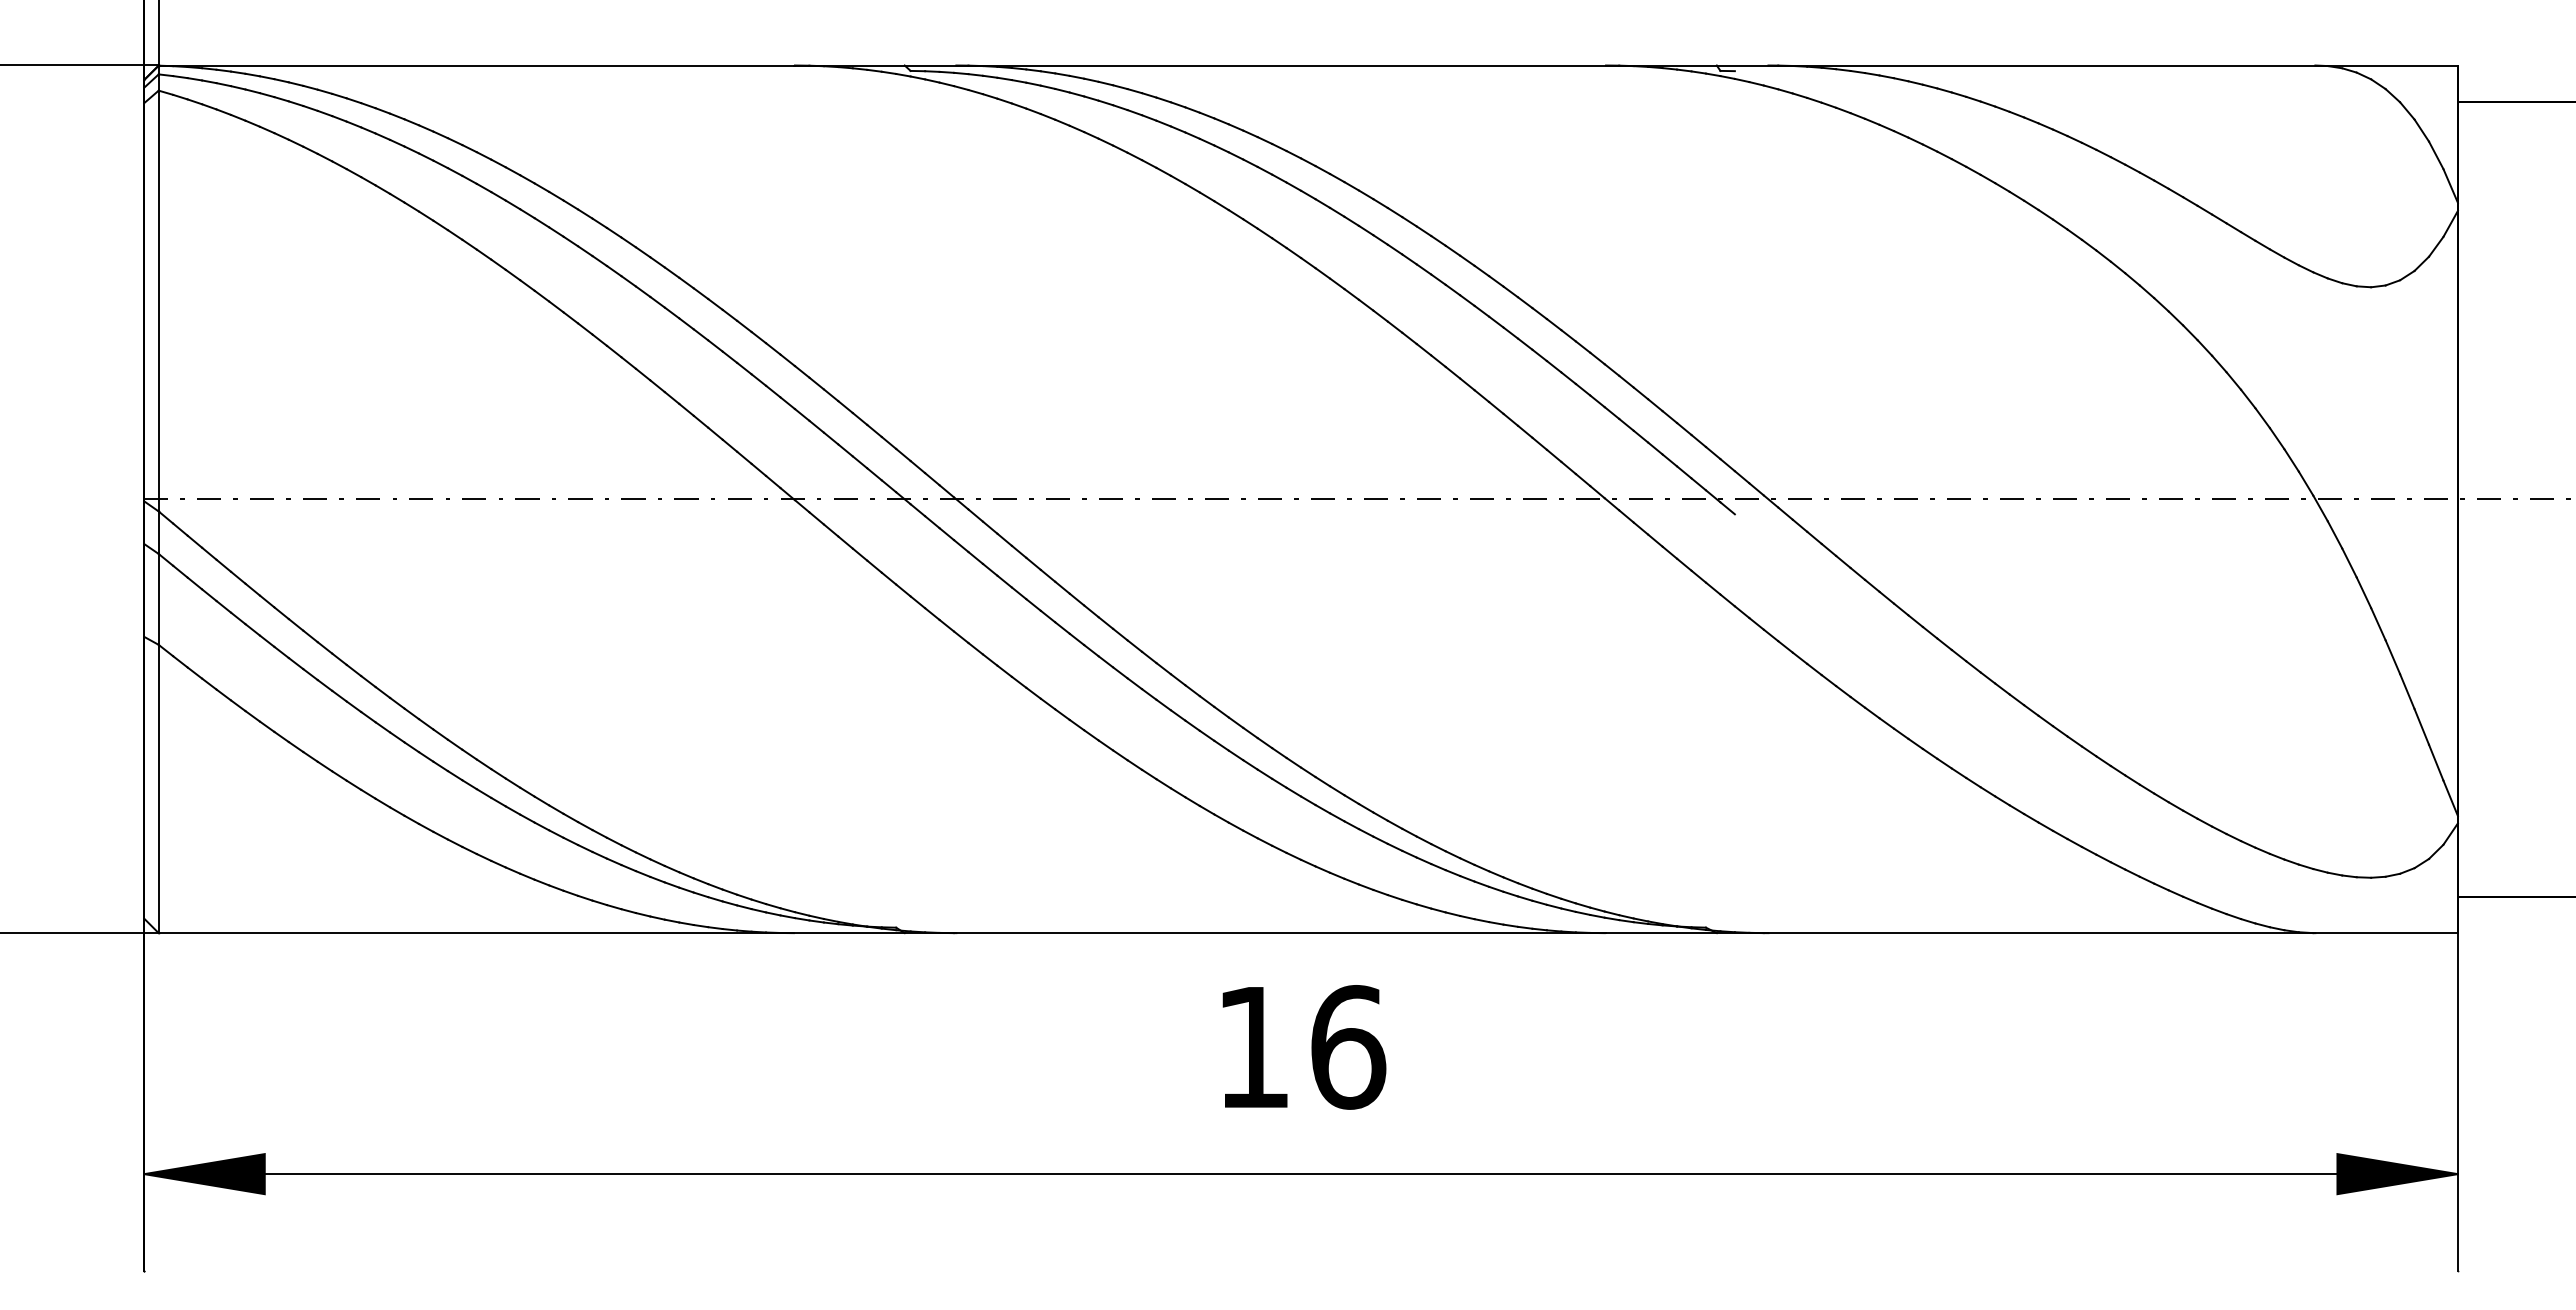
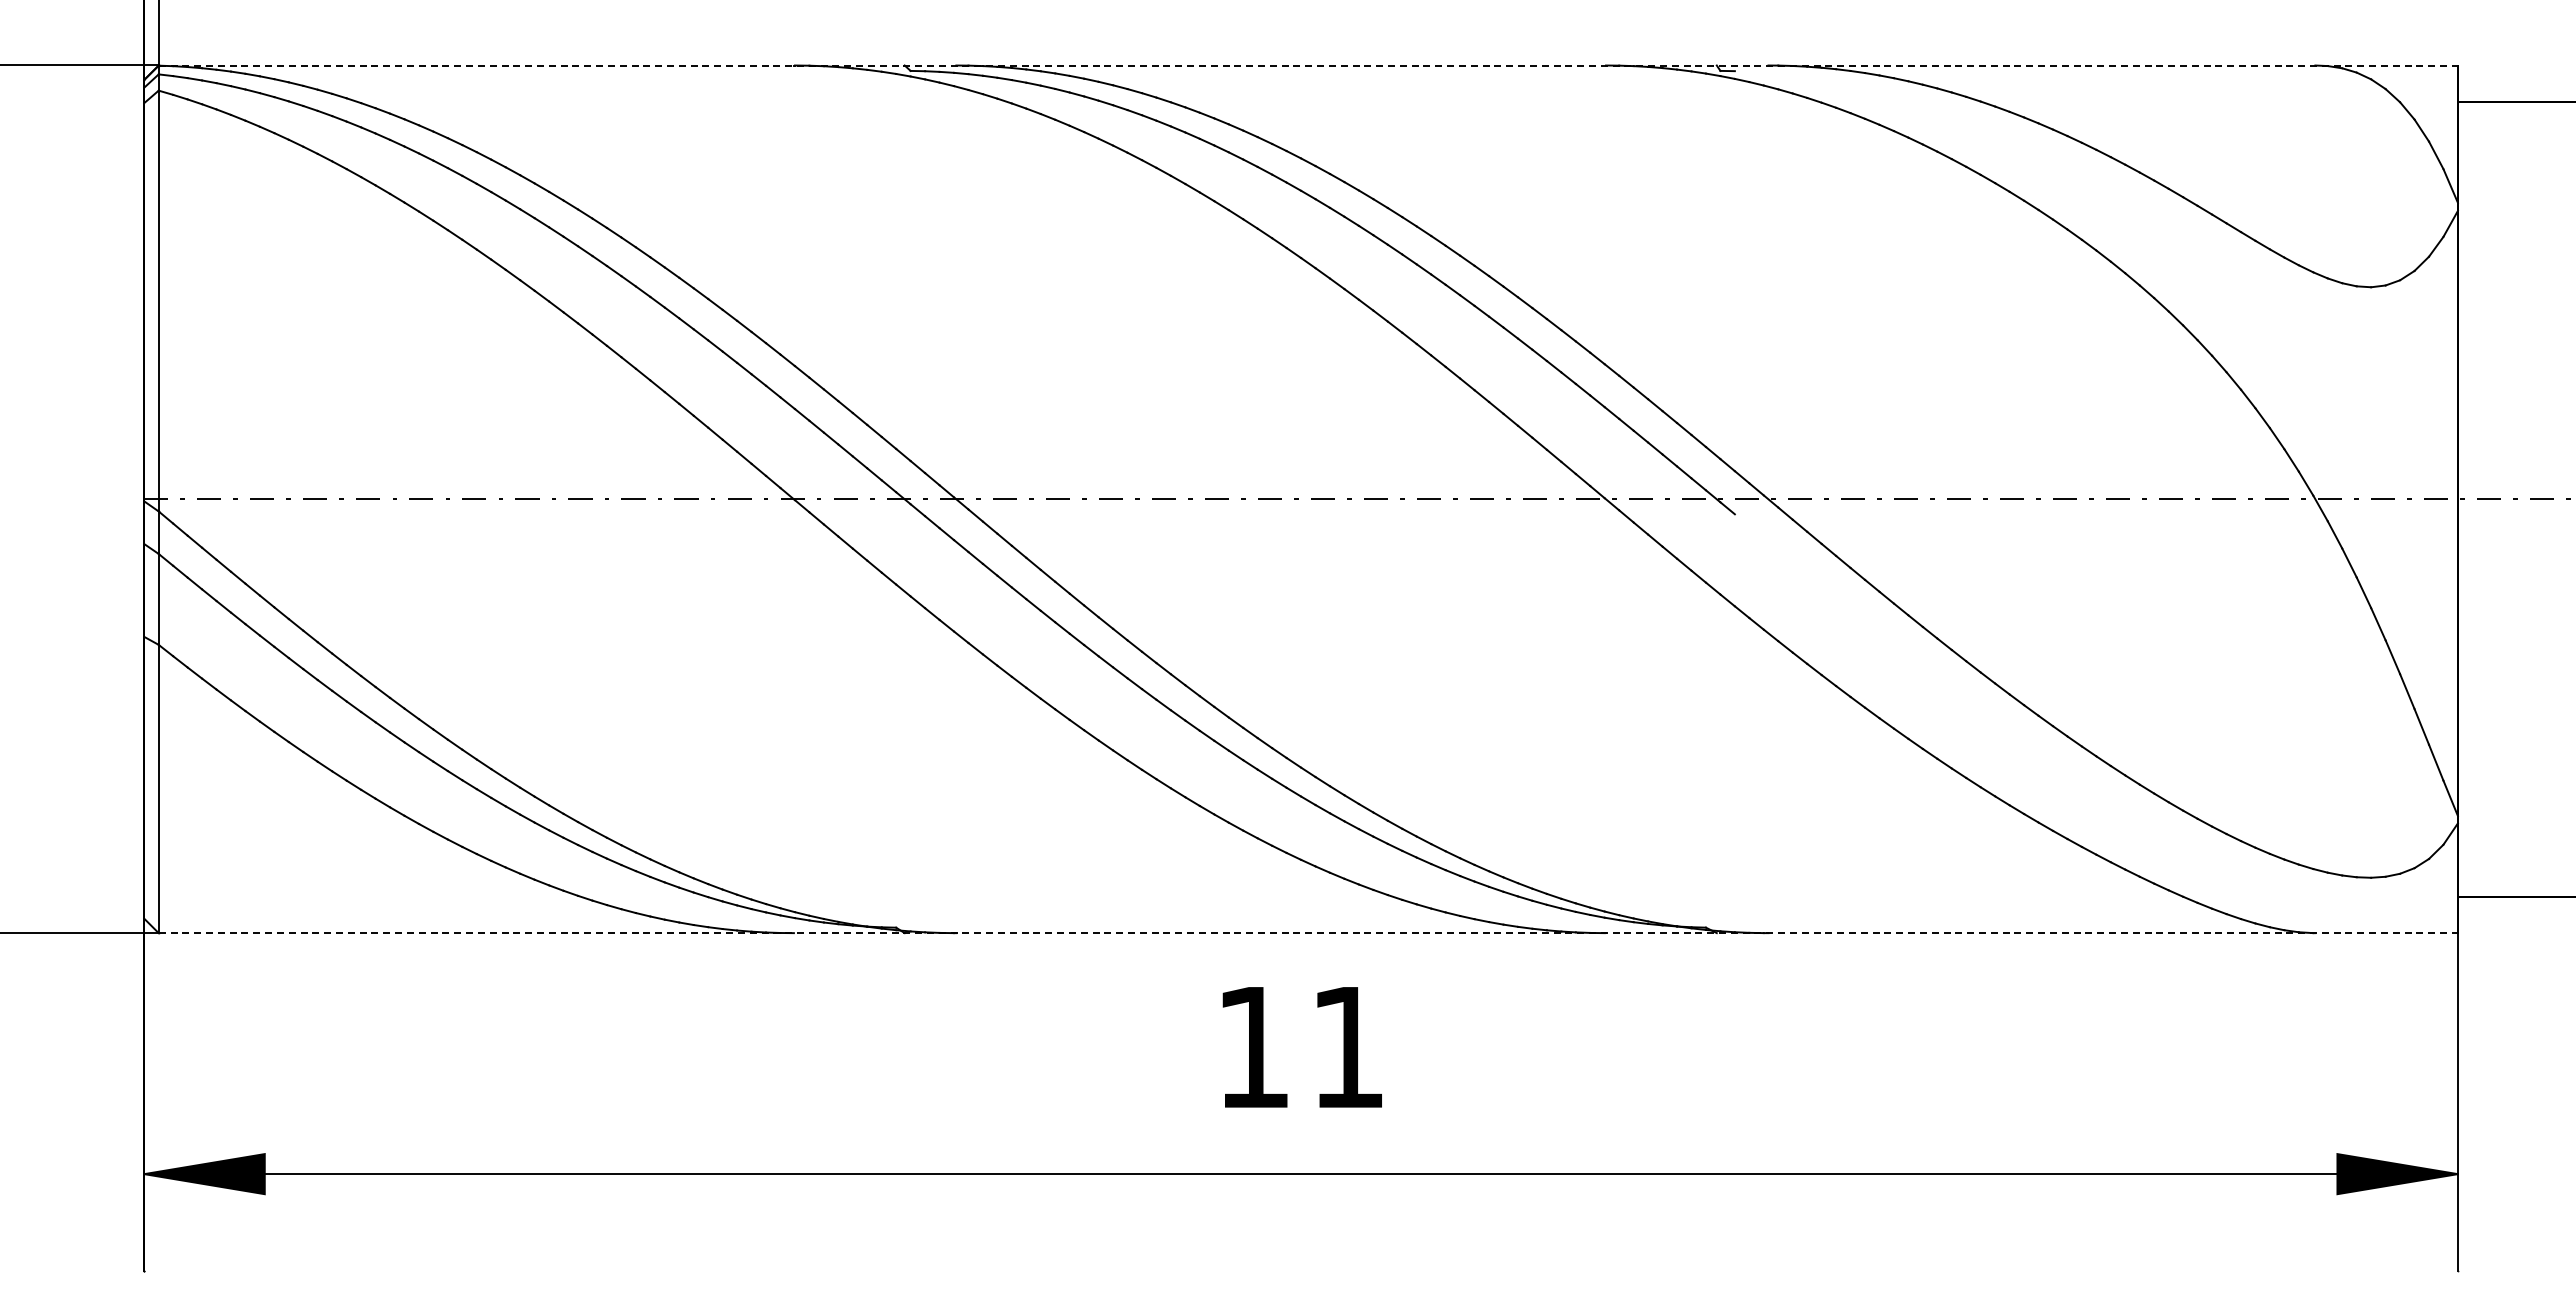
line at (1308, 65): solid -> dashed
line at (1308, 933): solid -> dashed
text at (1348, 1047): 16 -> 11
